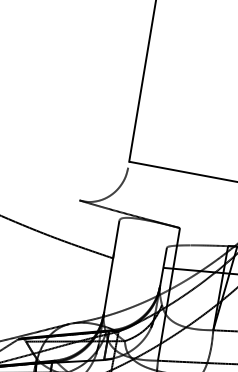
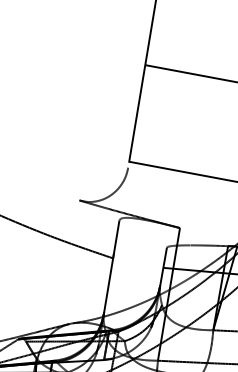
line at (189, 73): none -> present
